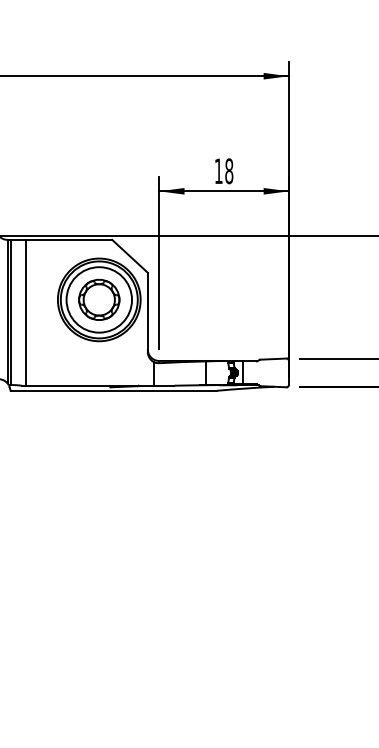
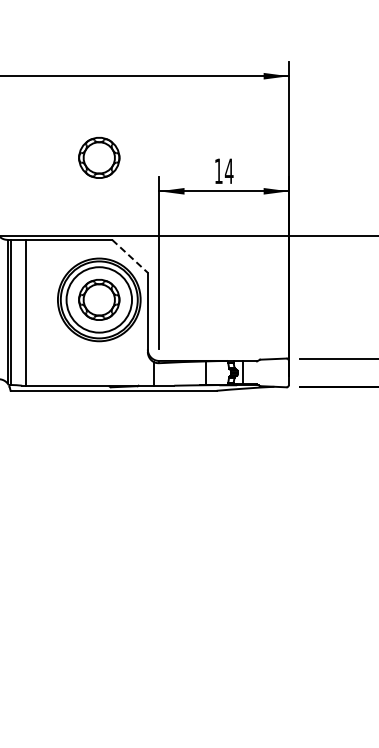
part at (99, 157): none -> present
text at (228, 171): 18 -> 14
line at (130, 256): solid -> dashed
